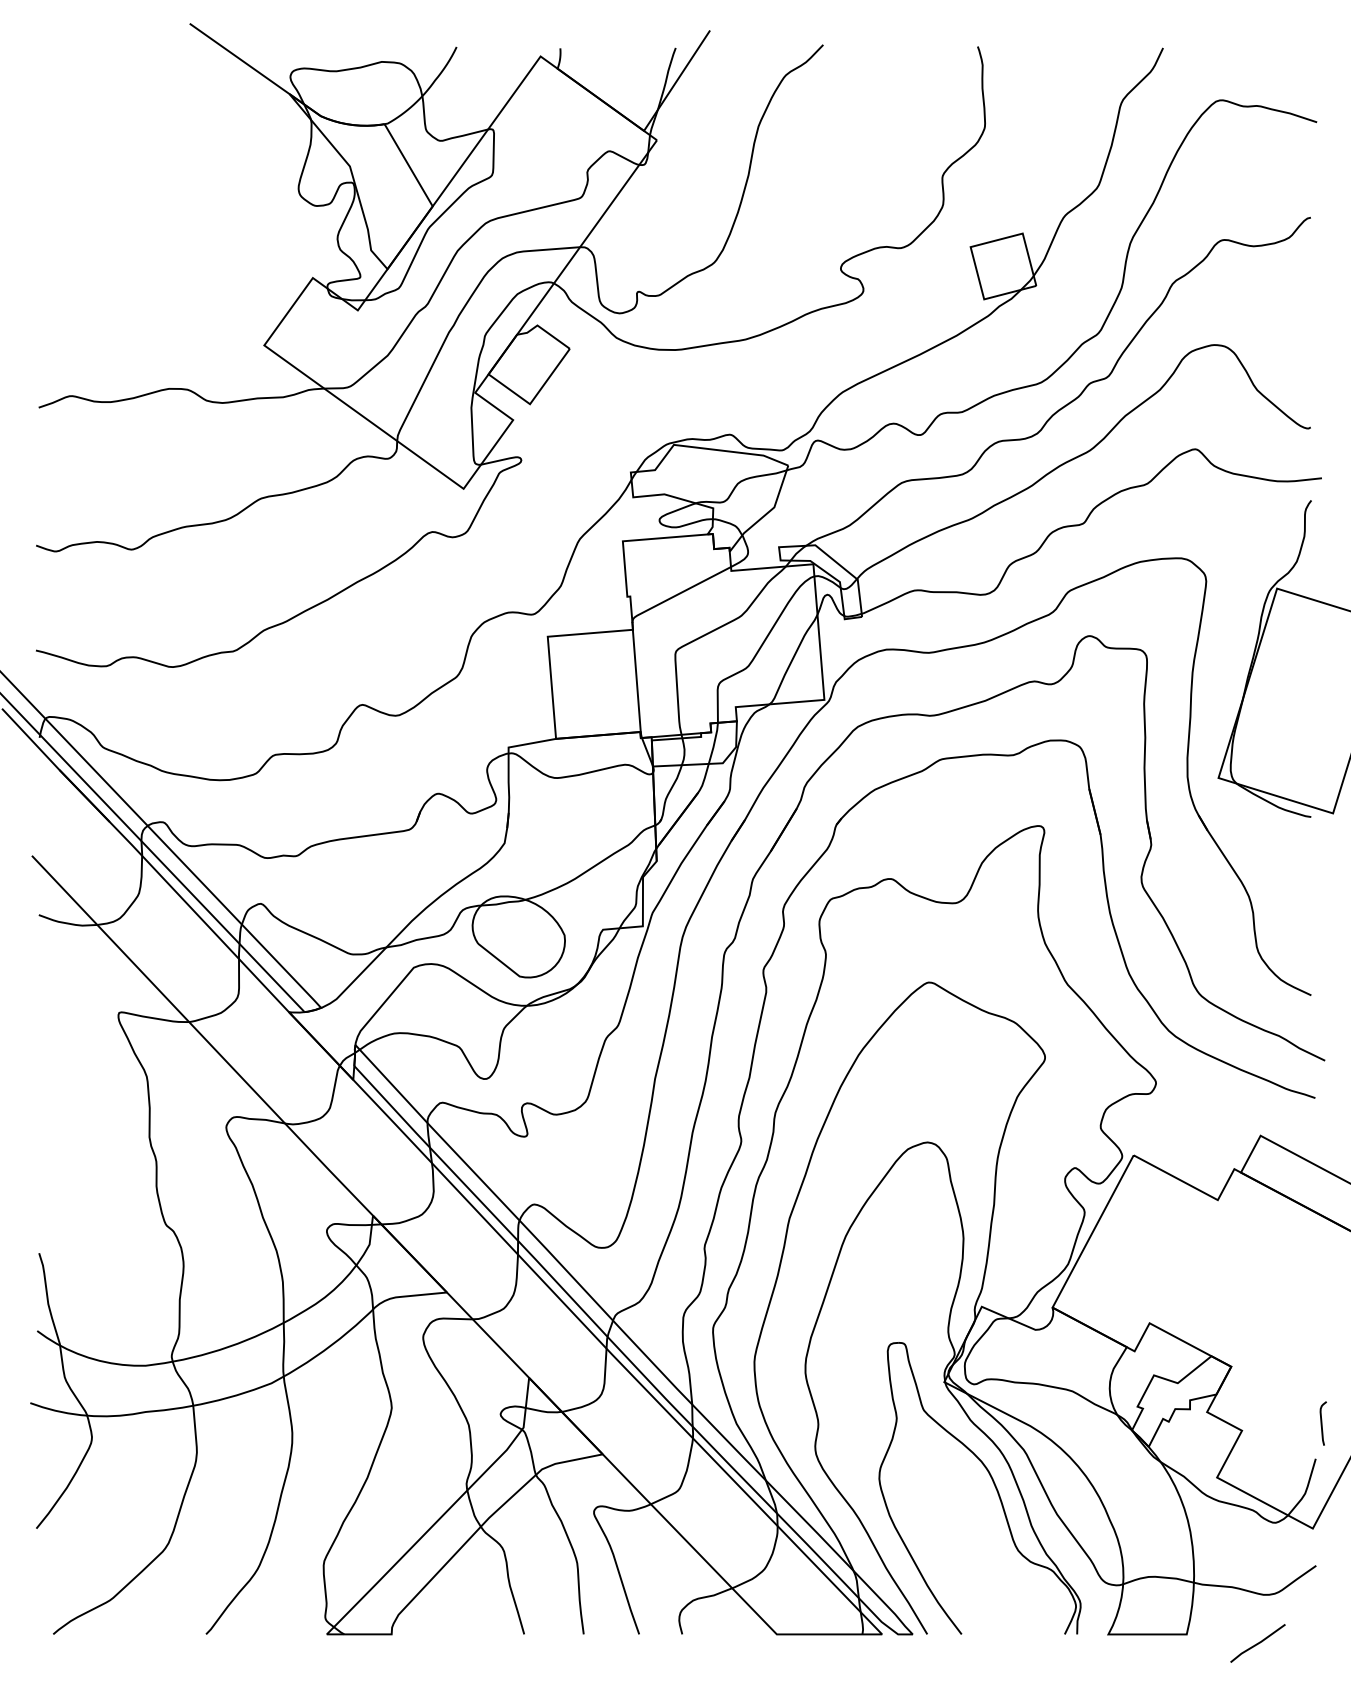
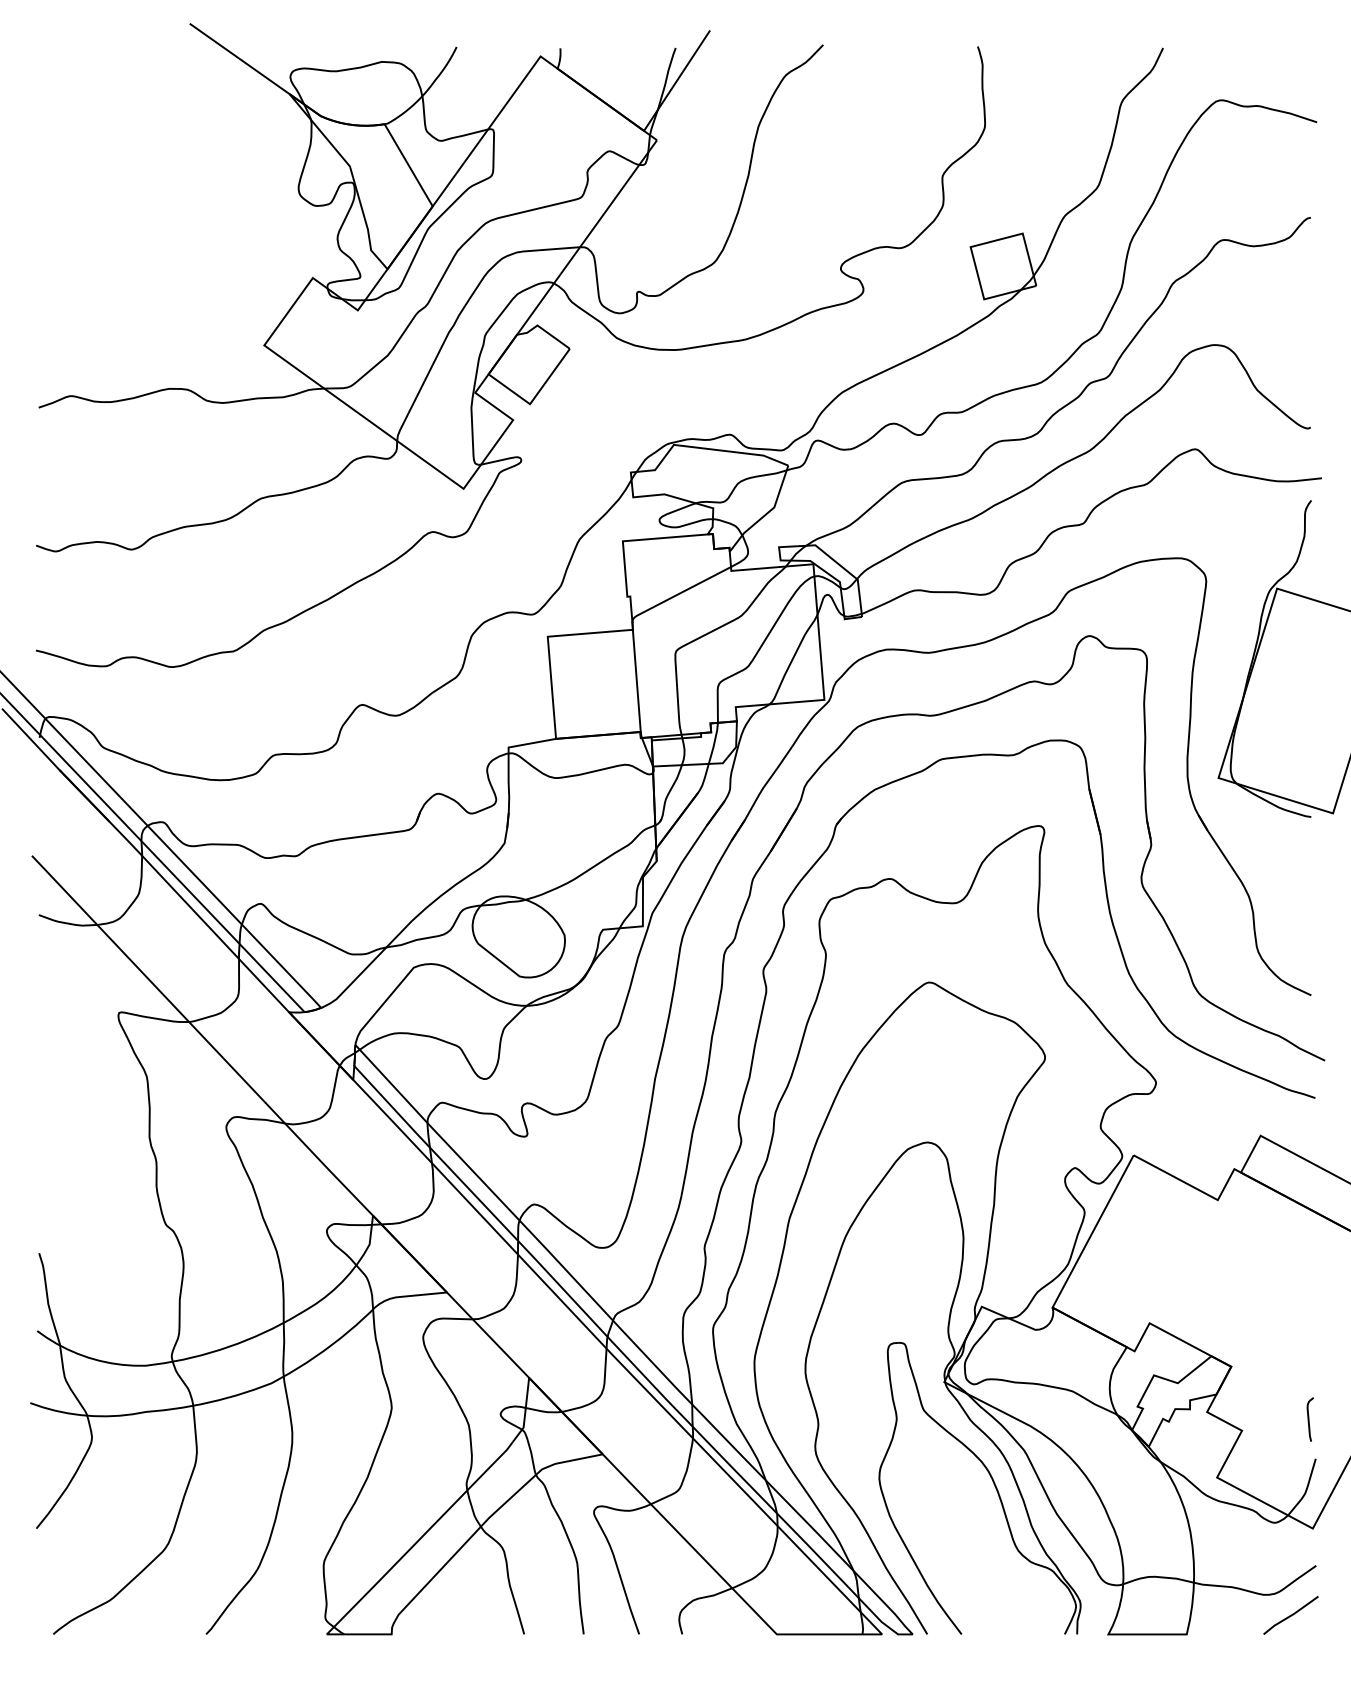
curve at (1322, 1423) position: (1322, 1423) -> (1309, 1419)
line at (1257, 1643) position: (1257, 1643) -> (1290, 1615)
